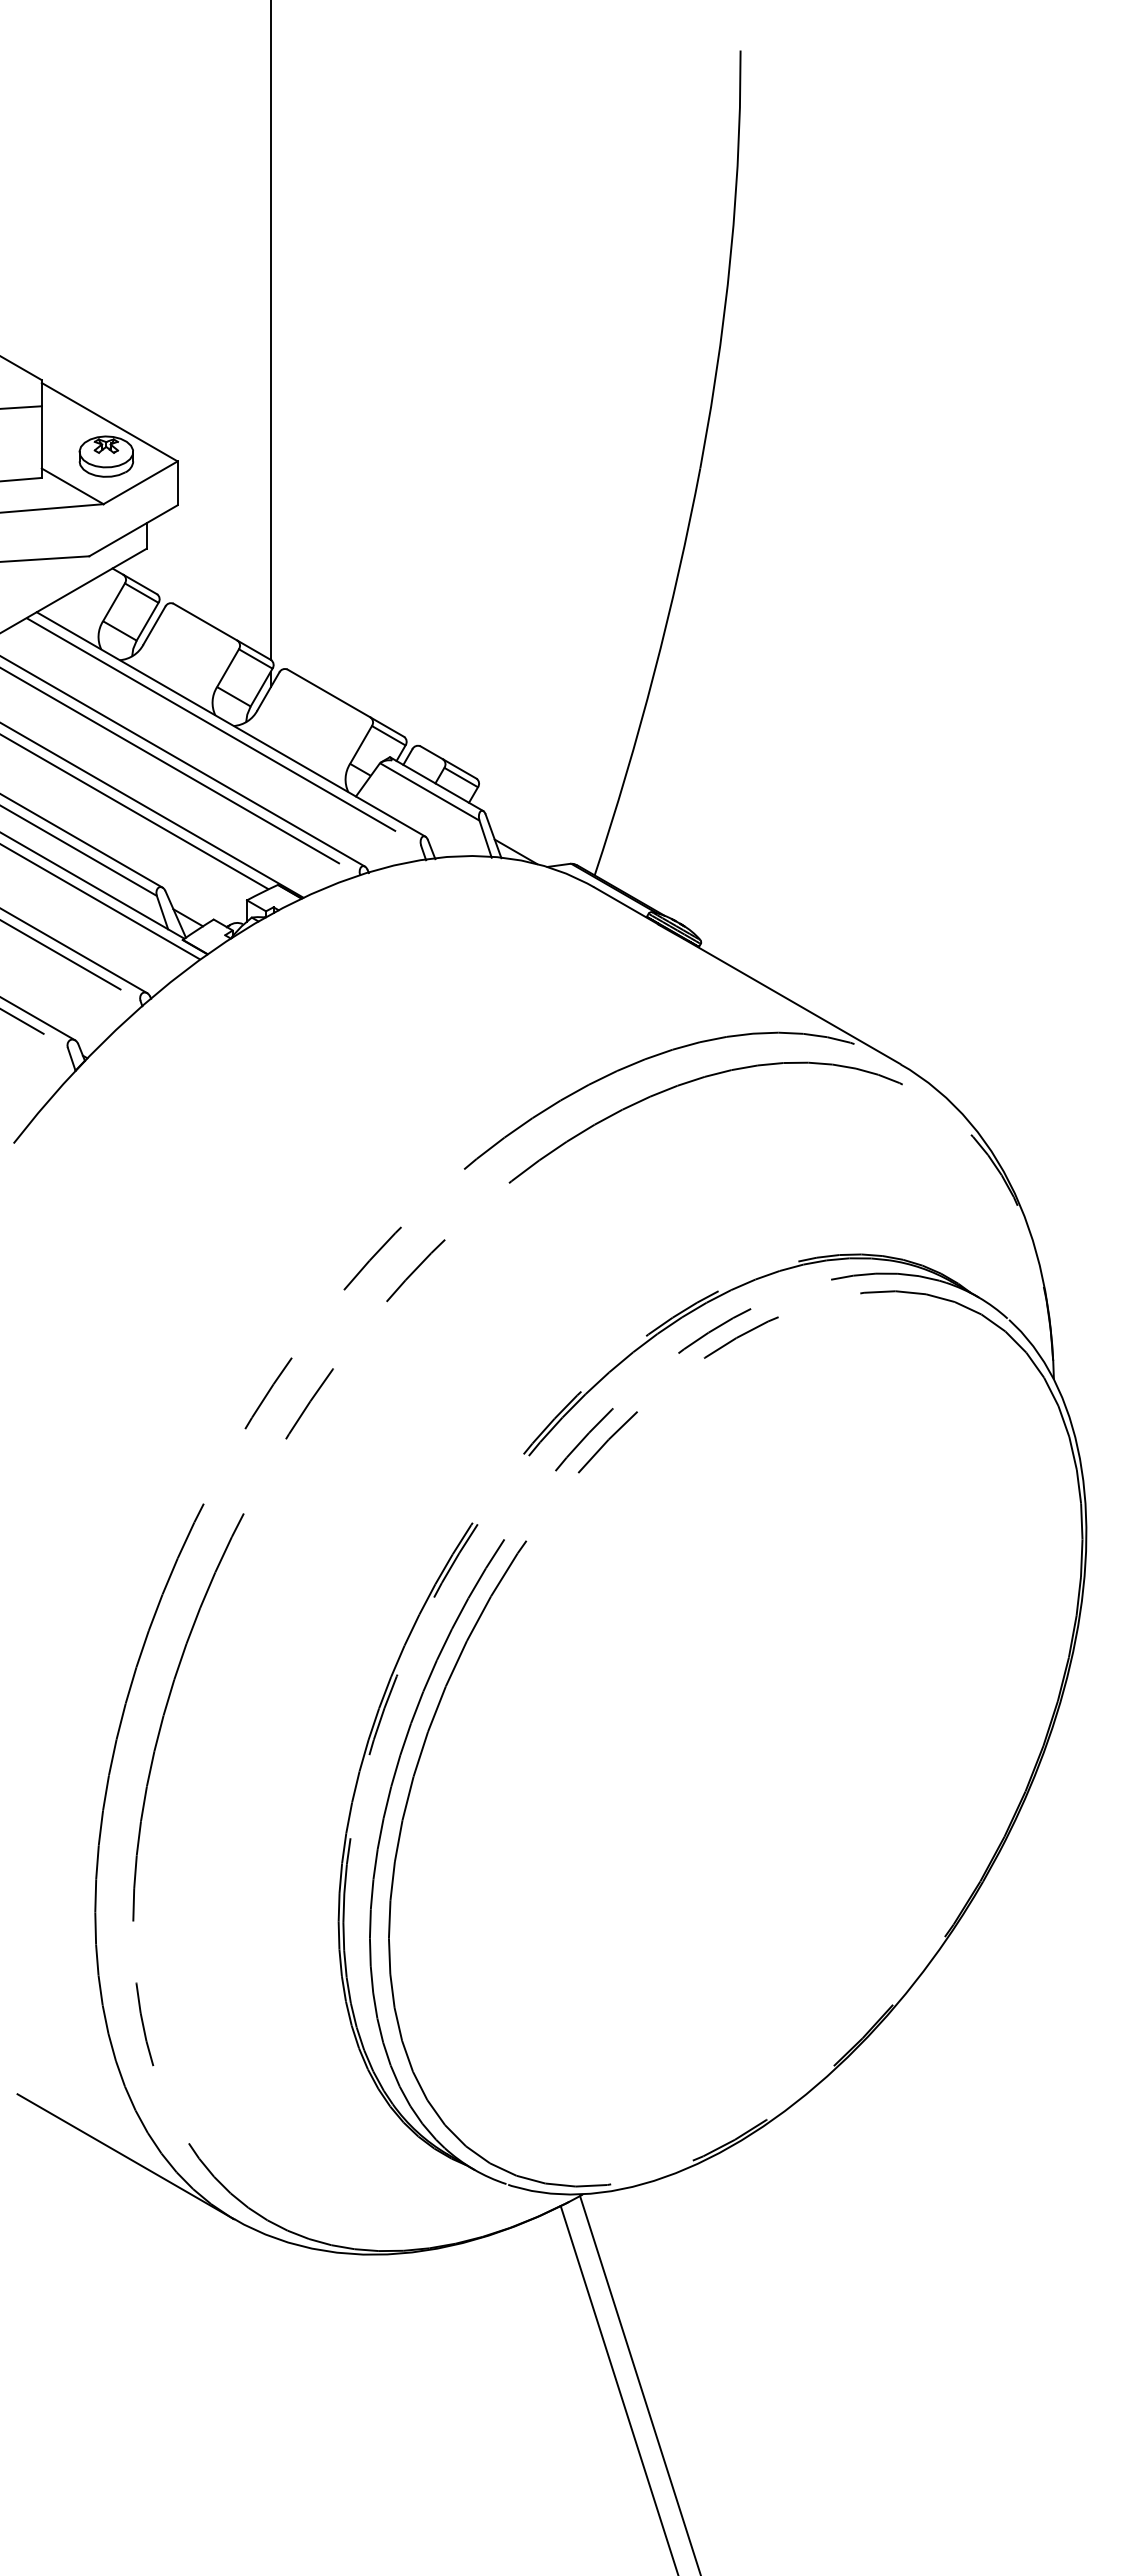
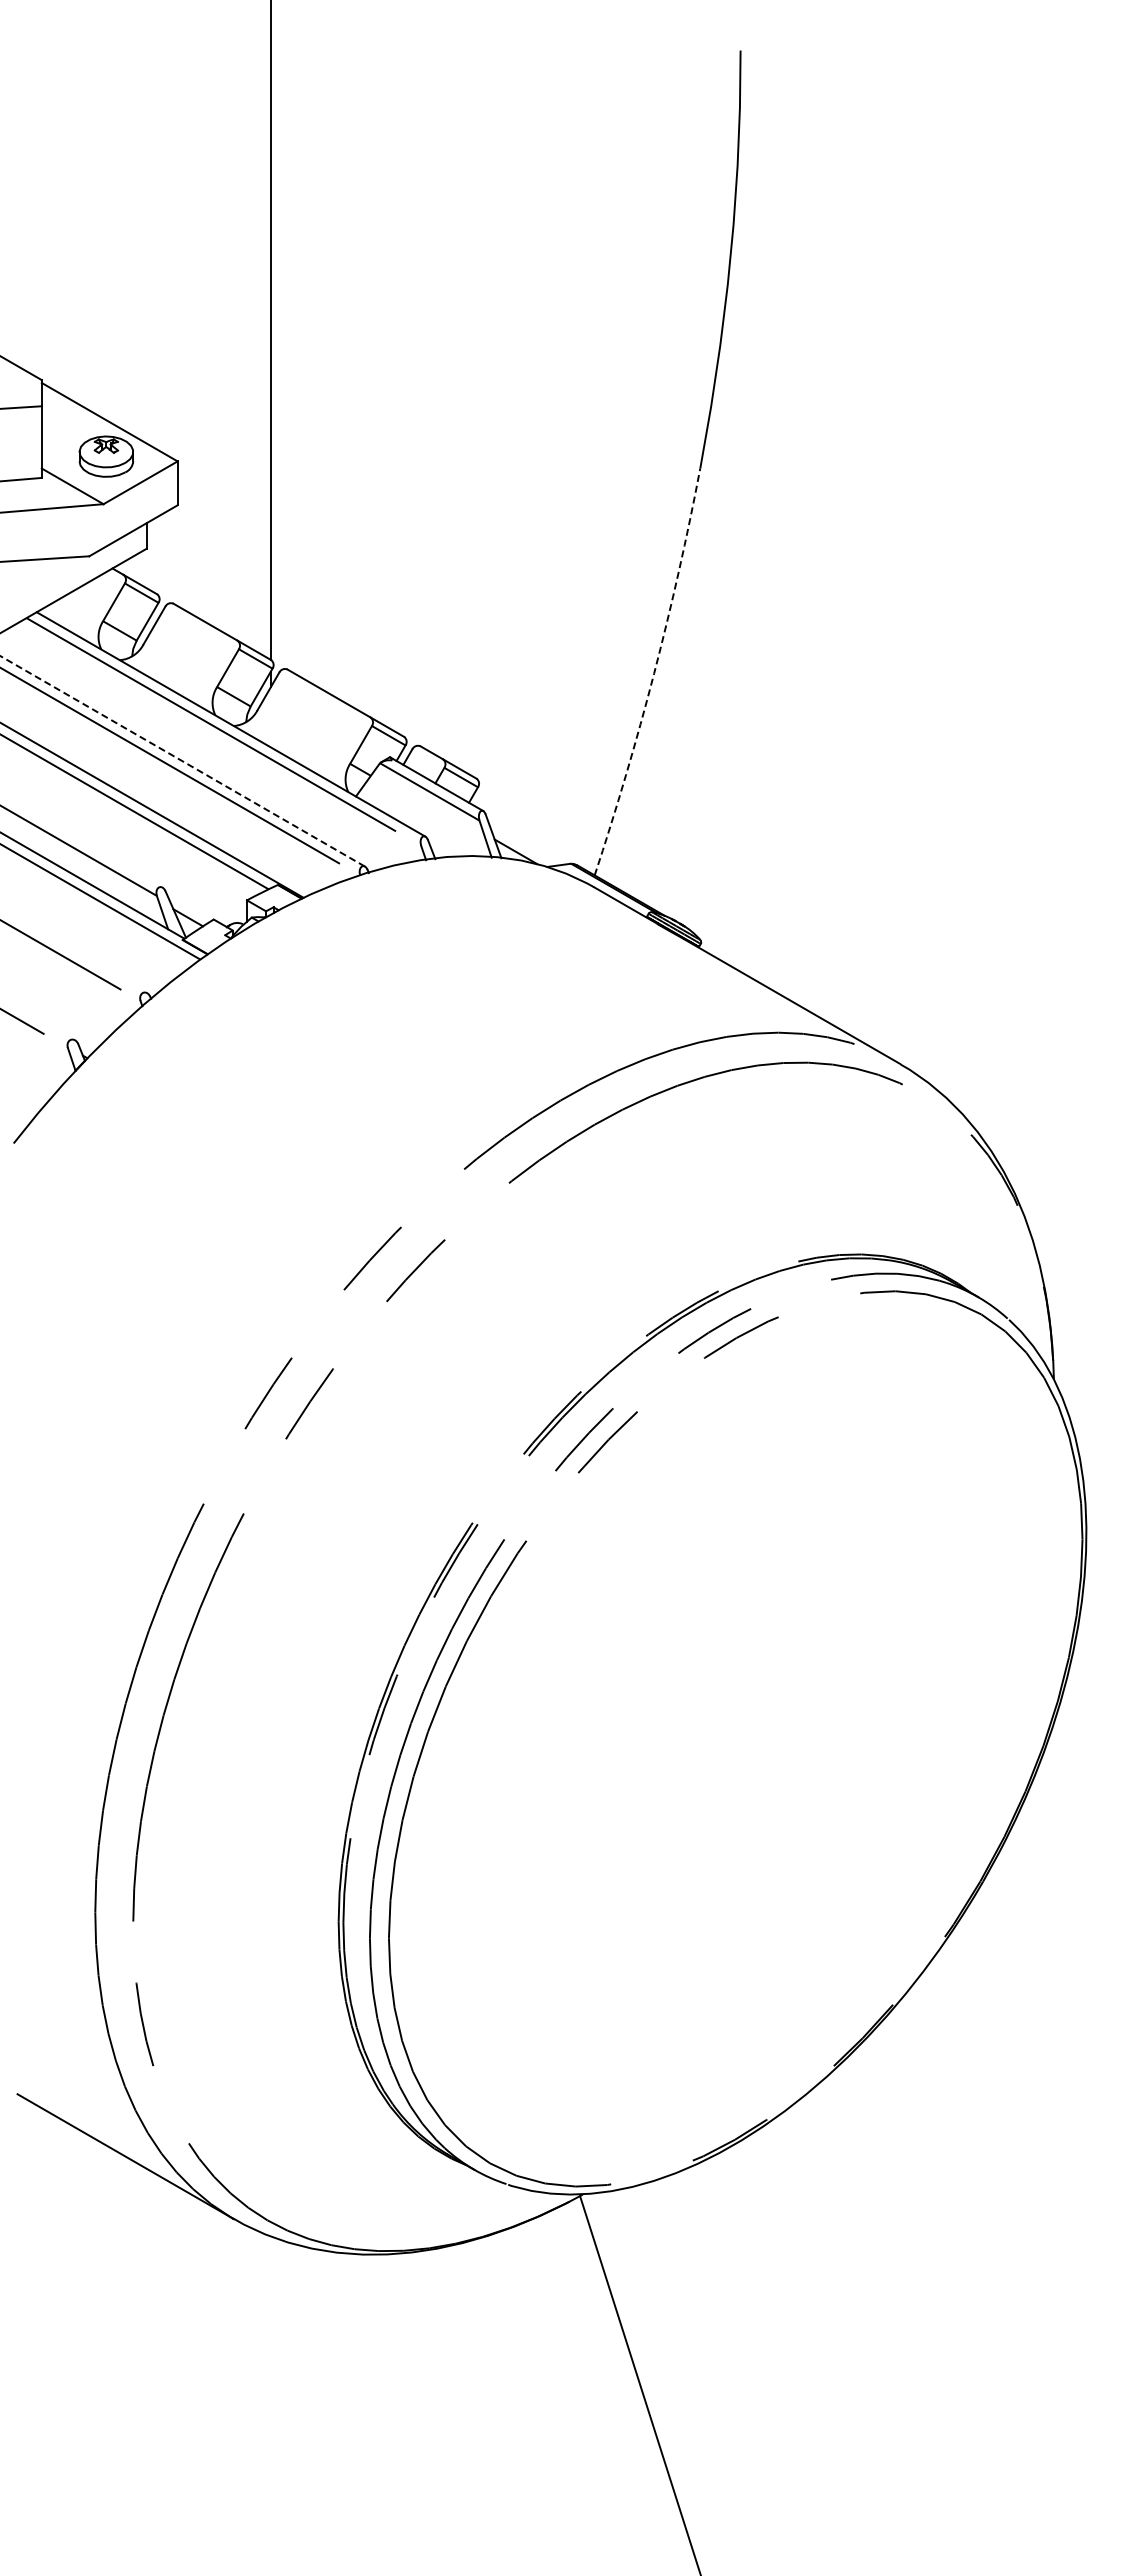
arc at (654, 673): solid -> dashed
line at (182, 761): solid -> dashed
line at (82, 841): present -> none
line at (74, 951): present -> none
line at (38, 1019): present -> none
line at (618, 2389): present -> none
